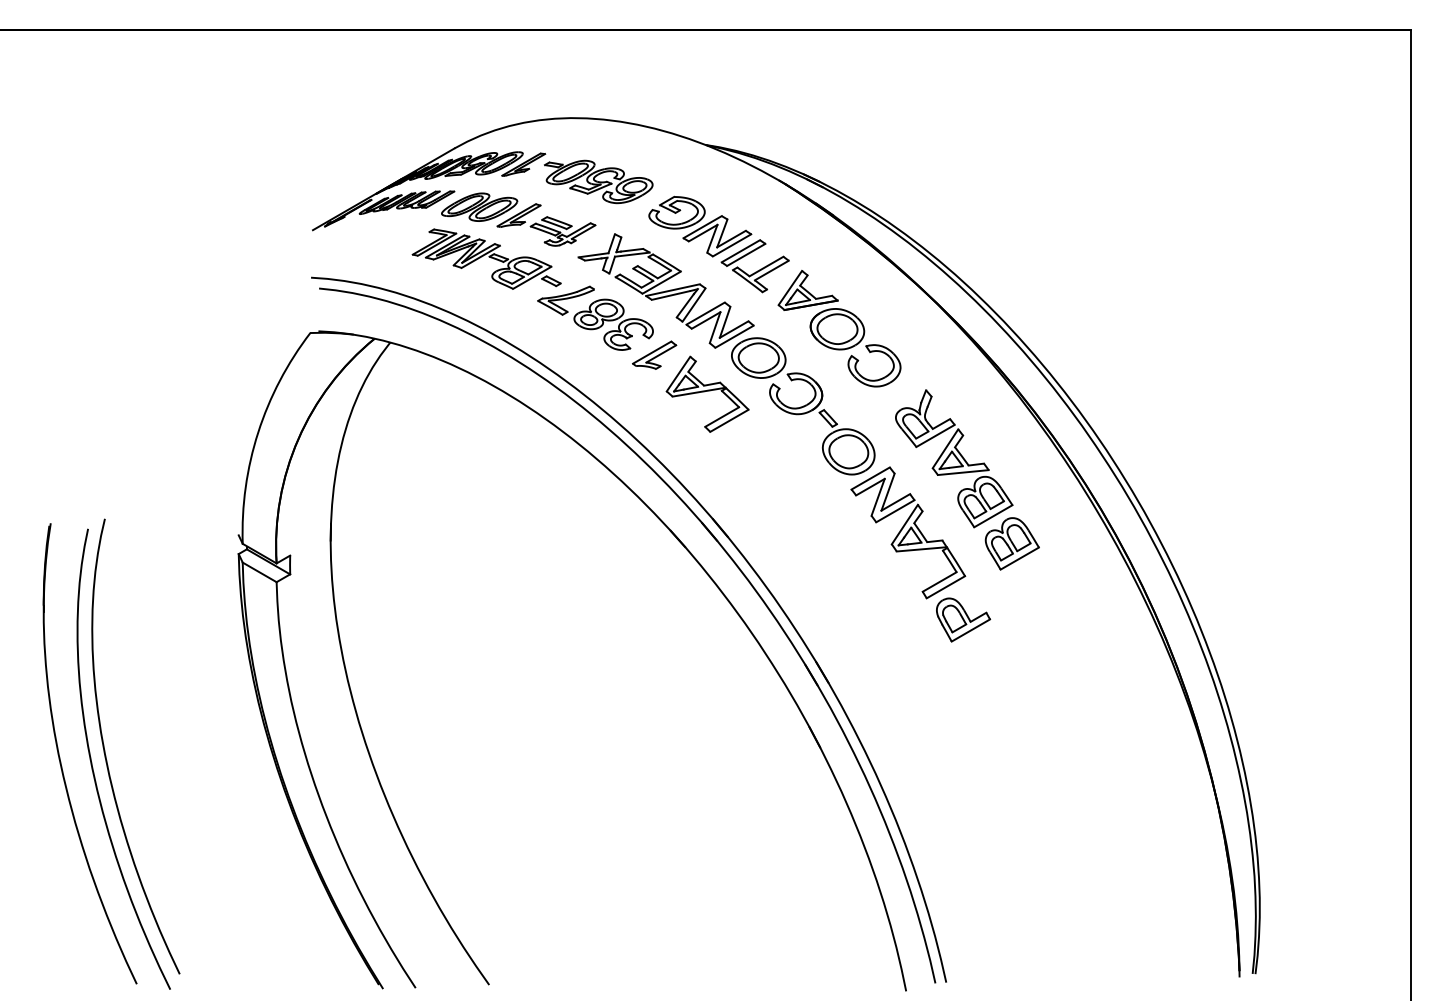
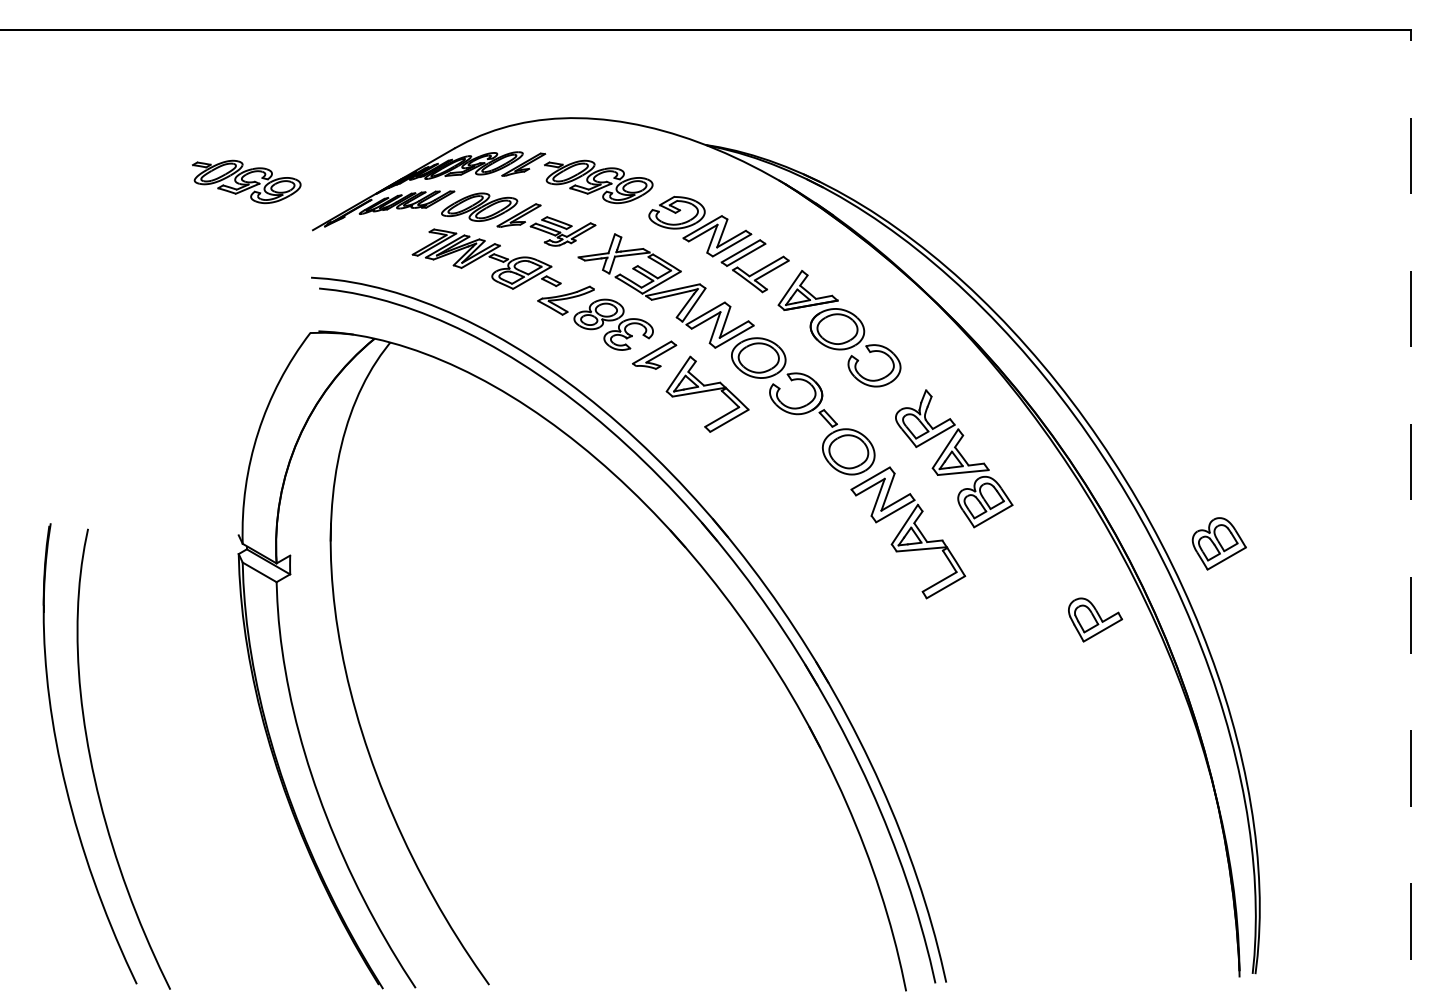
part at (246, 181): none -> present
line at (1411, 515): solid -> dashed
part at (1011, 543) position: (1011, 543) -> (1218, 543)
part at (963, 619) position: (963, 619) -> (1095, 619)
curve at (105, 750): present -> none
